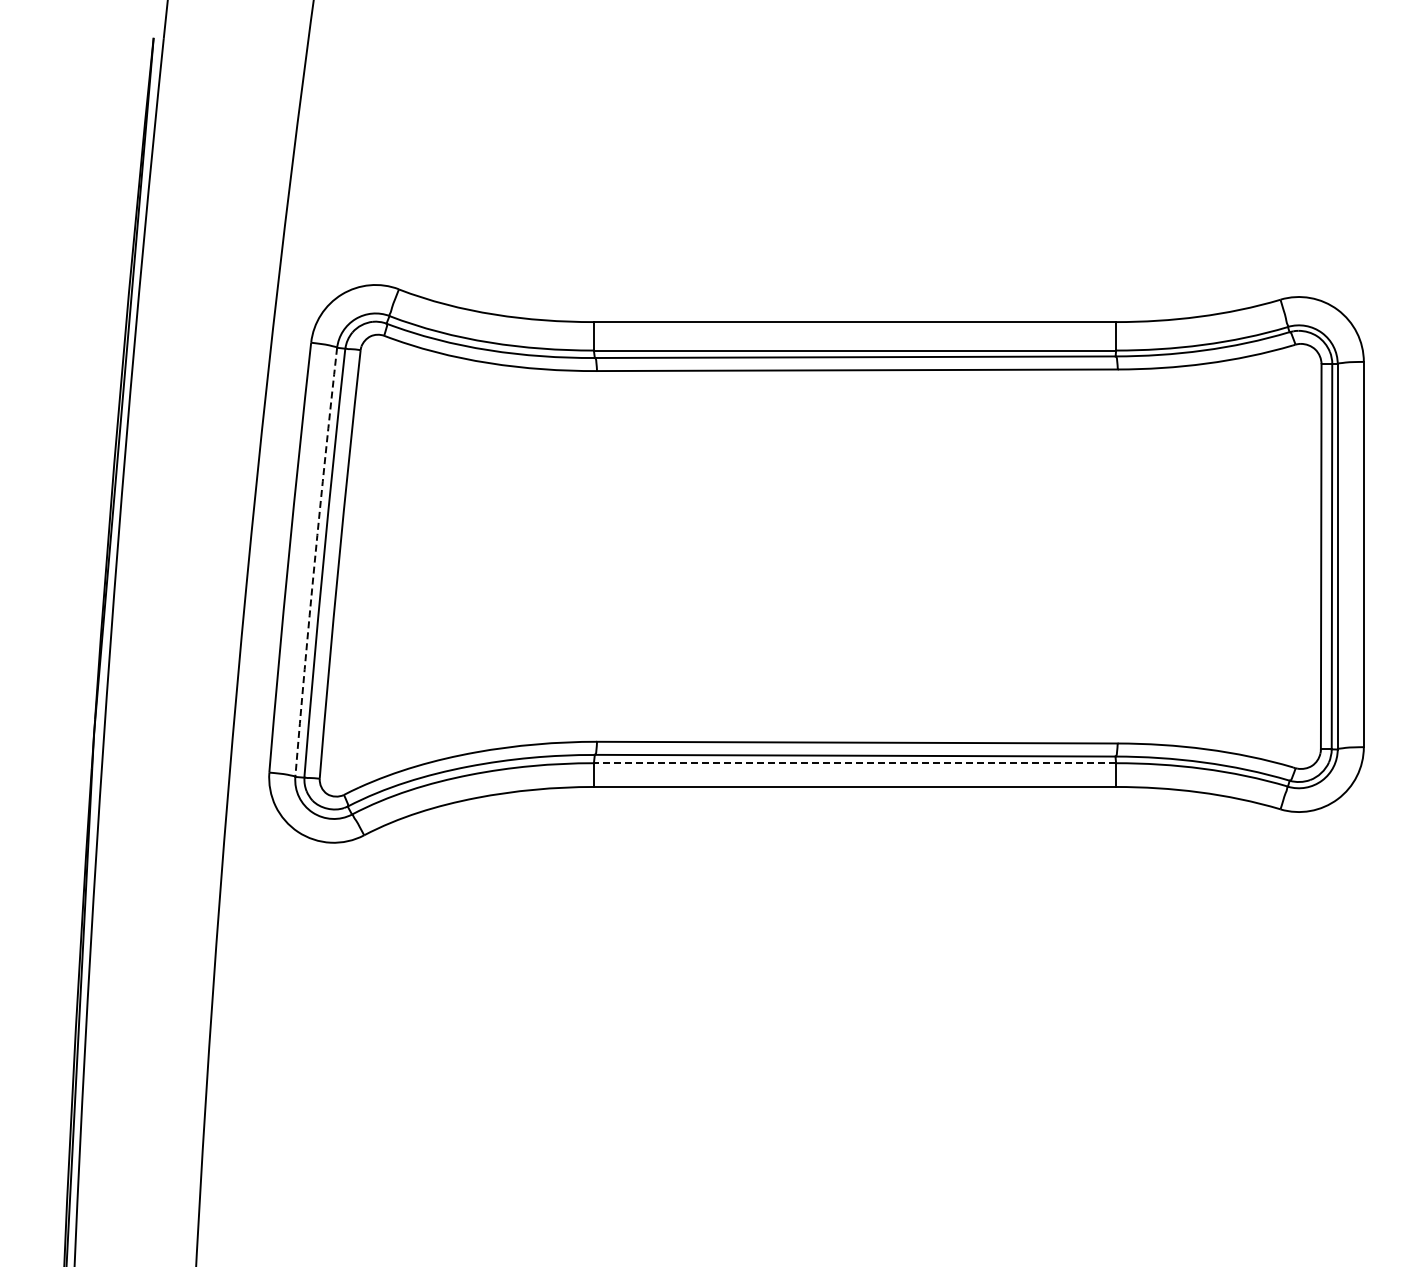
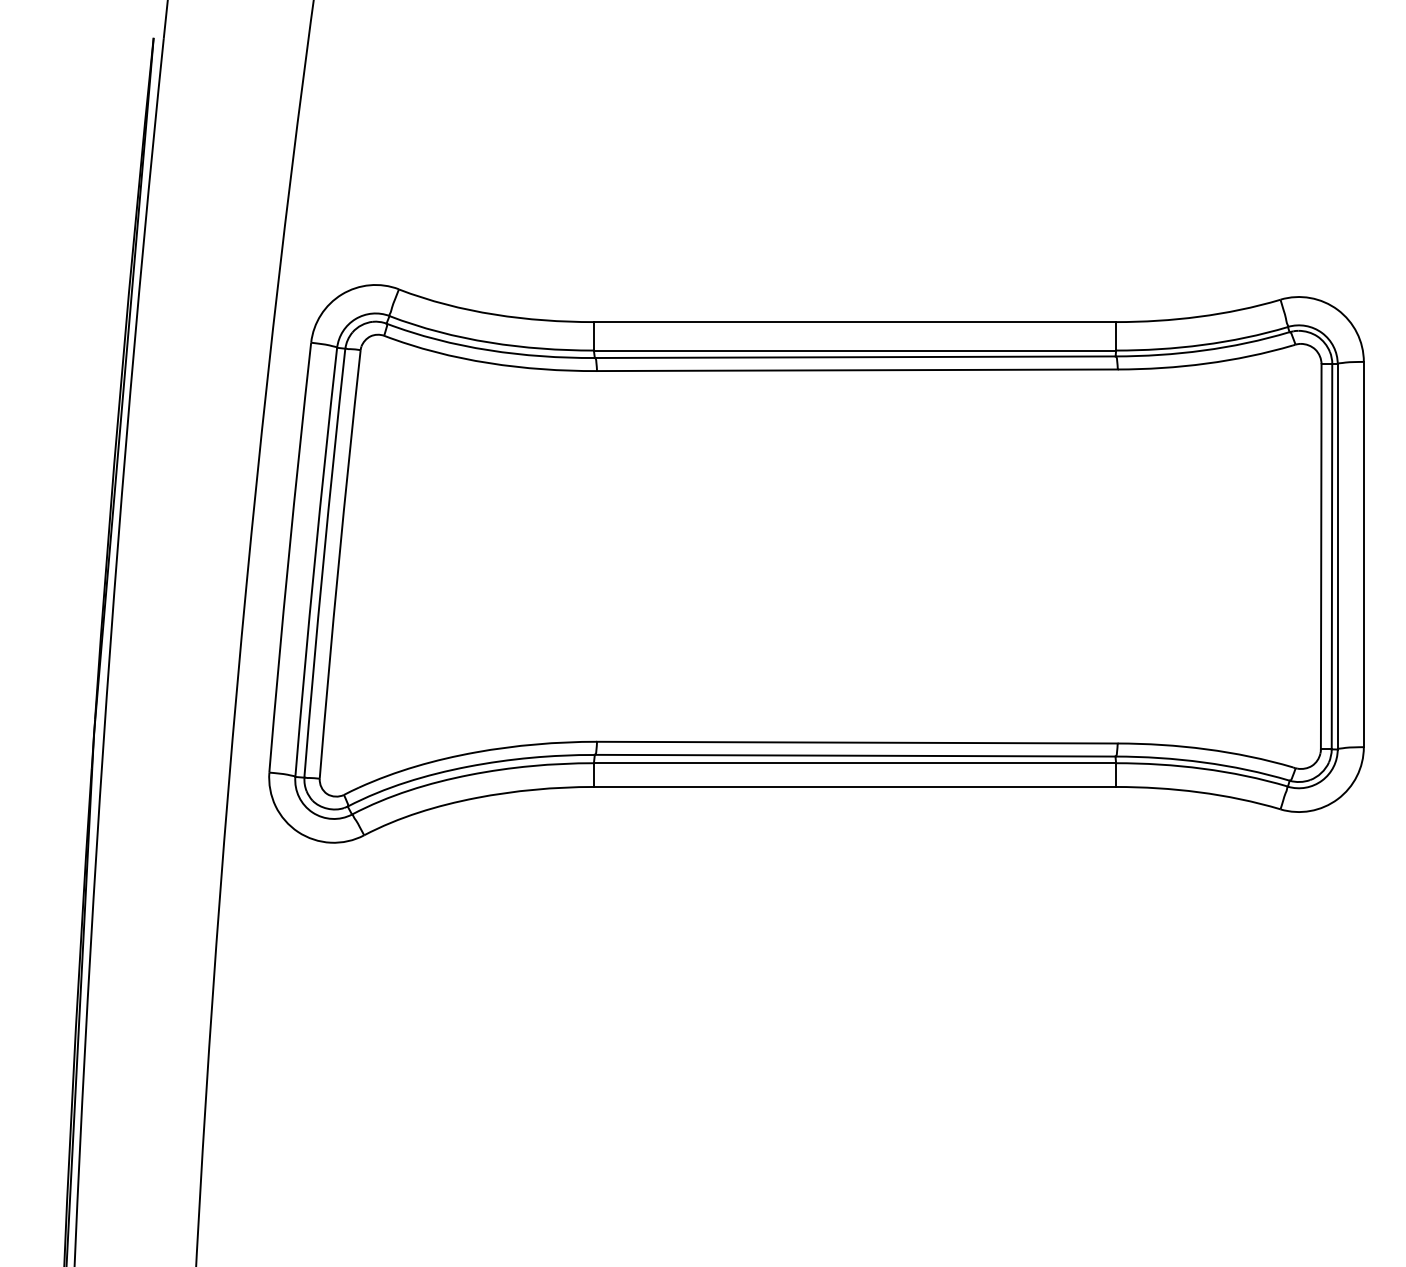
arc at (314, 562): dashed -> solid
line at (854, 763): dashed -> solid
